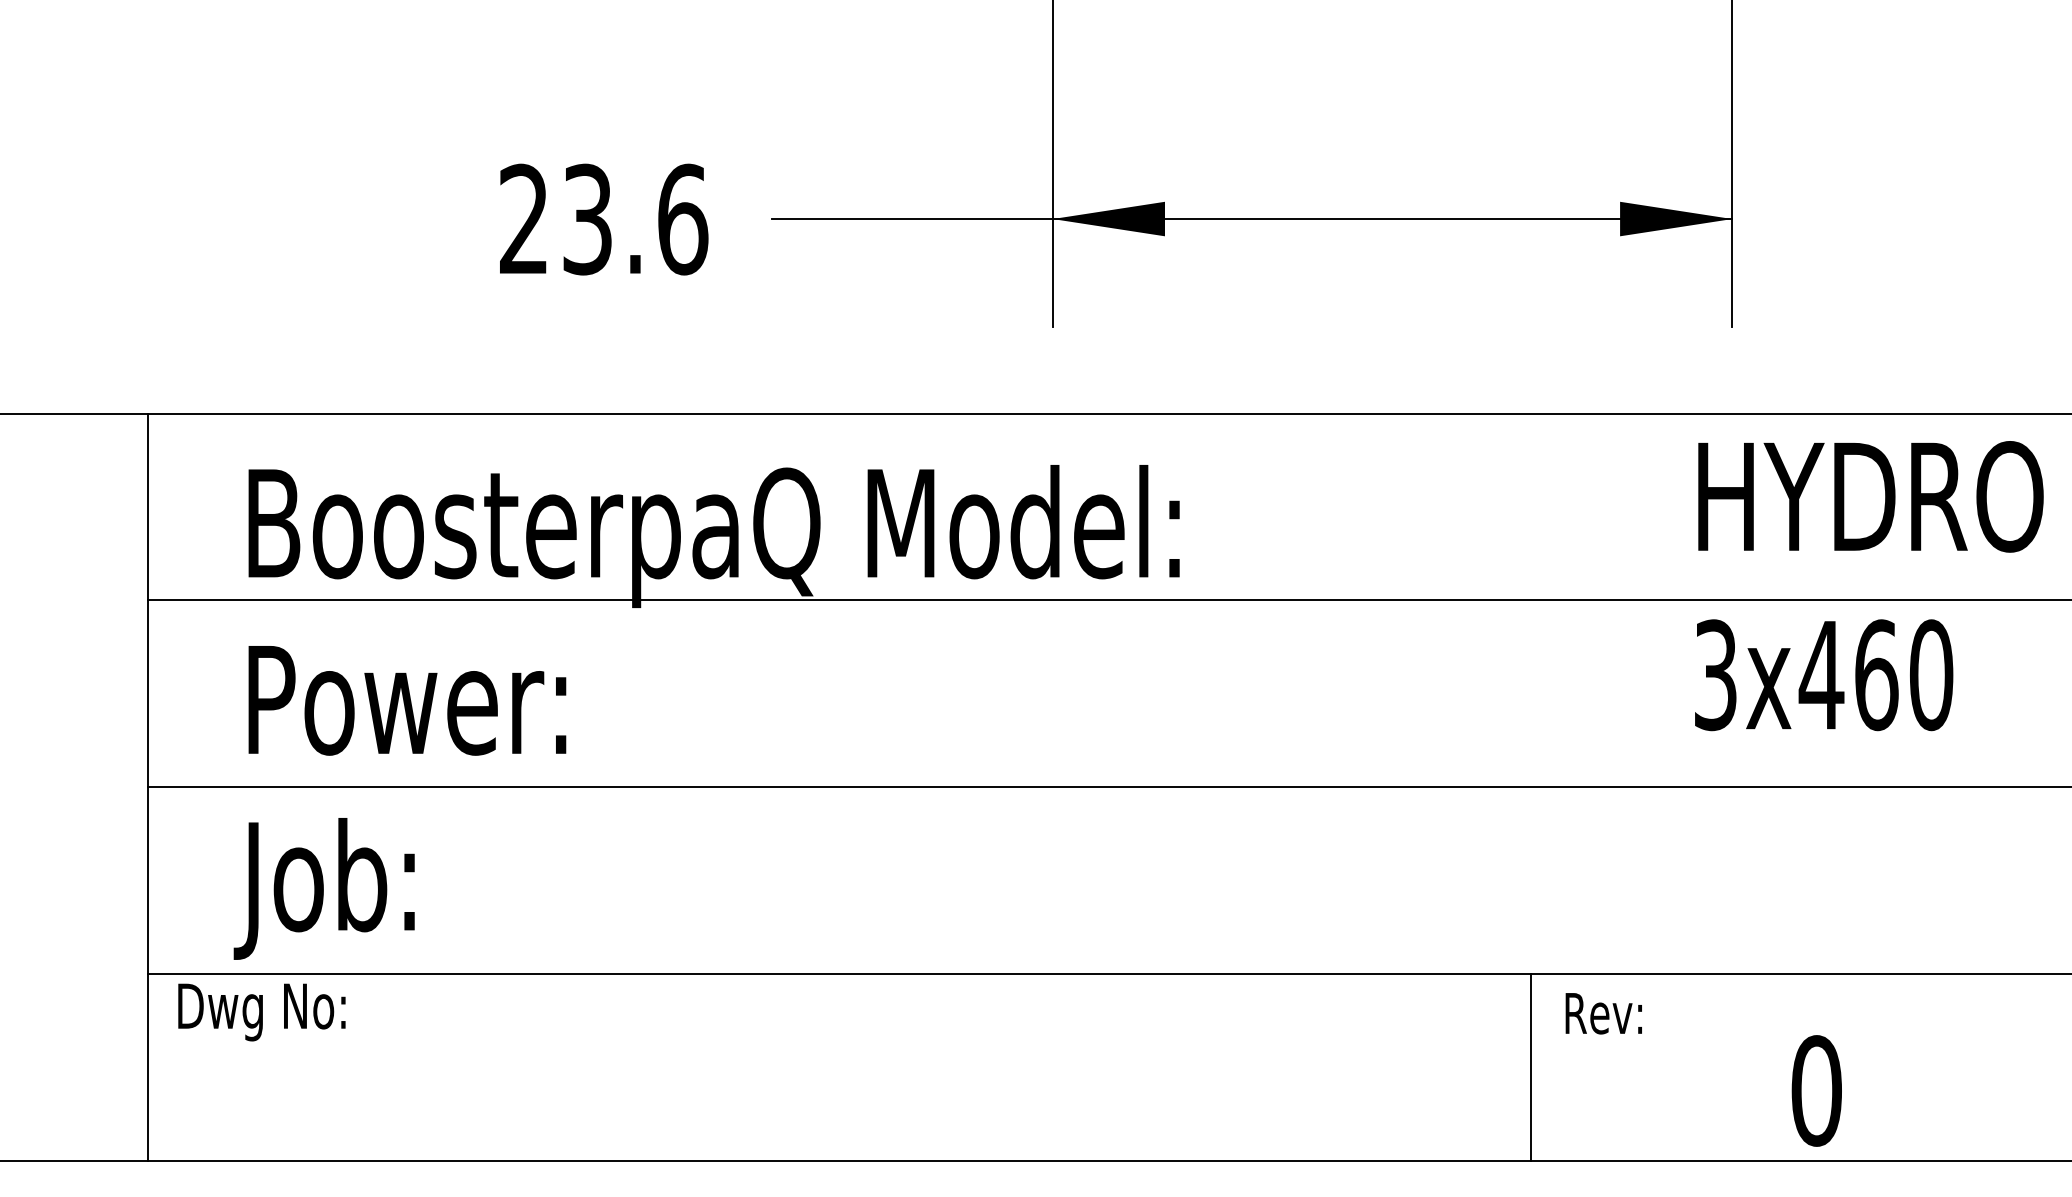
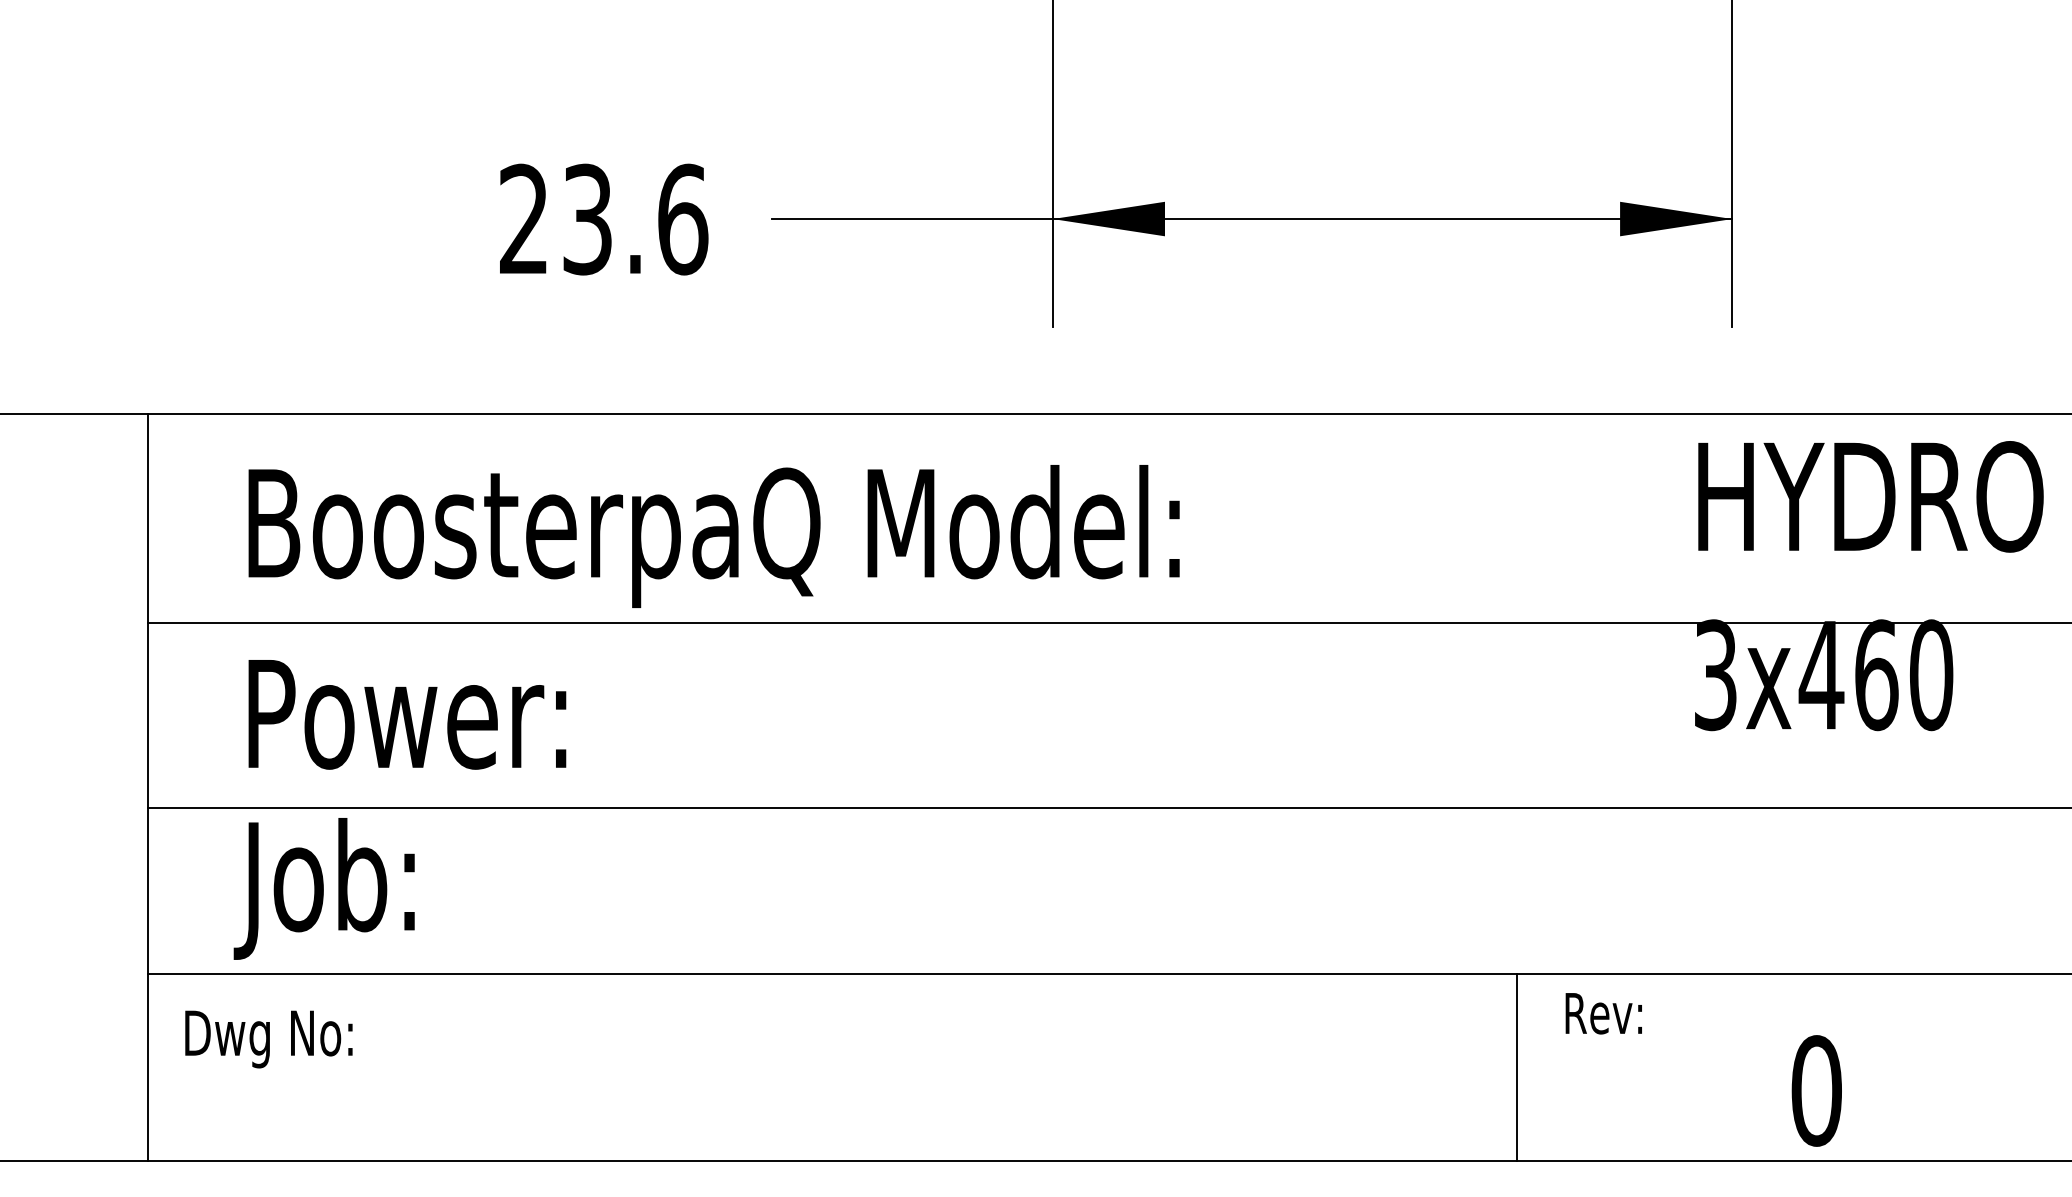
line at (1108, 600) position: (1108, 600) -> (1108, 623)
text at (407, 700) position: (407, 700) -> (407, 714)
line at (1108, 787) position: (1108, 787) -> (1108, 808)
text at (261, 1012) position: (261, 1012) -> (268, 1039)
line at (1530, 1067) position: (1530, 1067) -> (1516, 1067)
